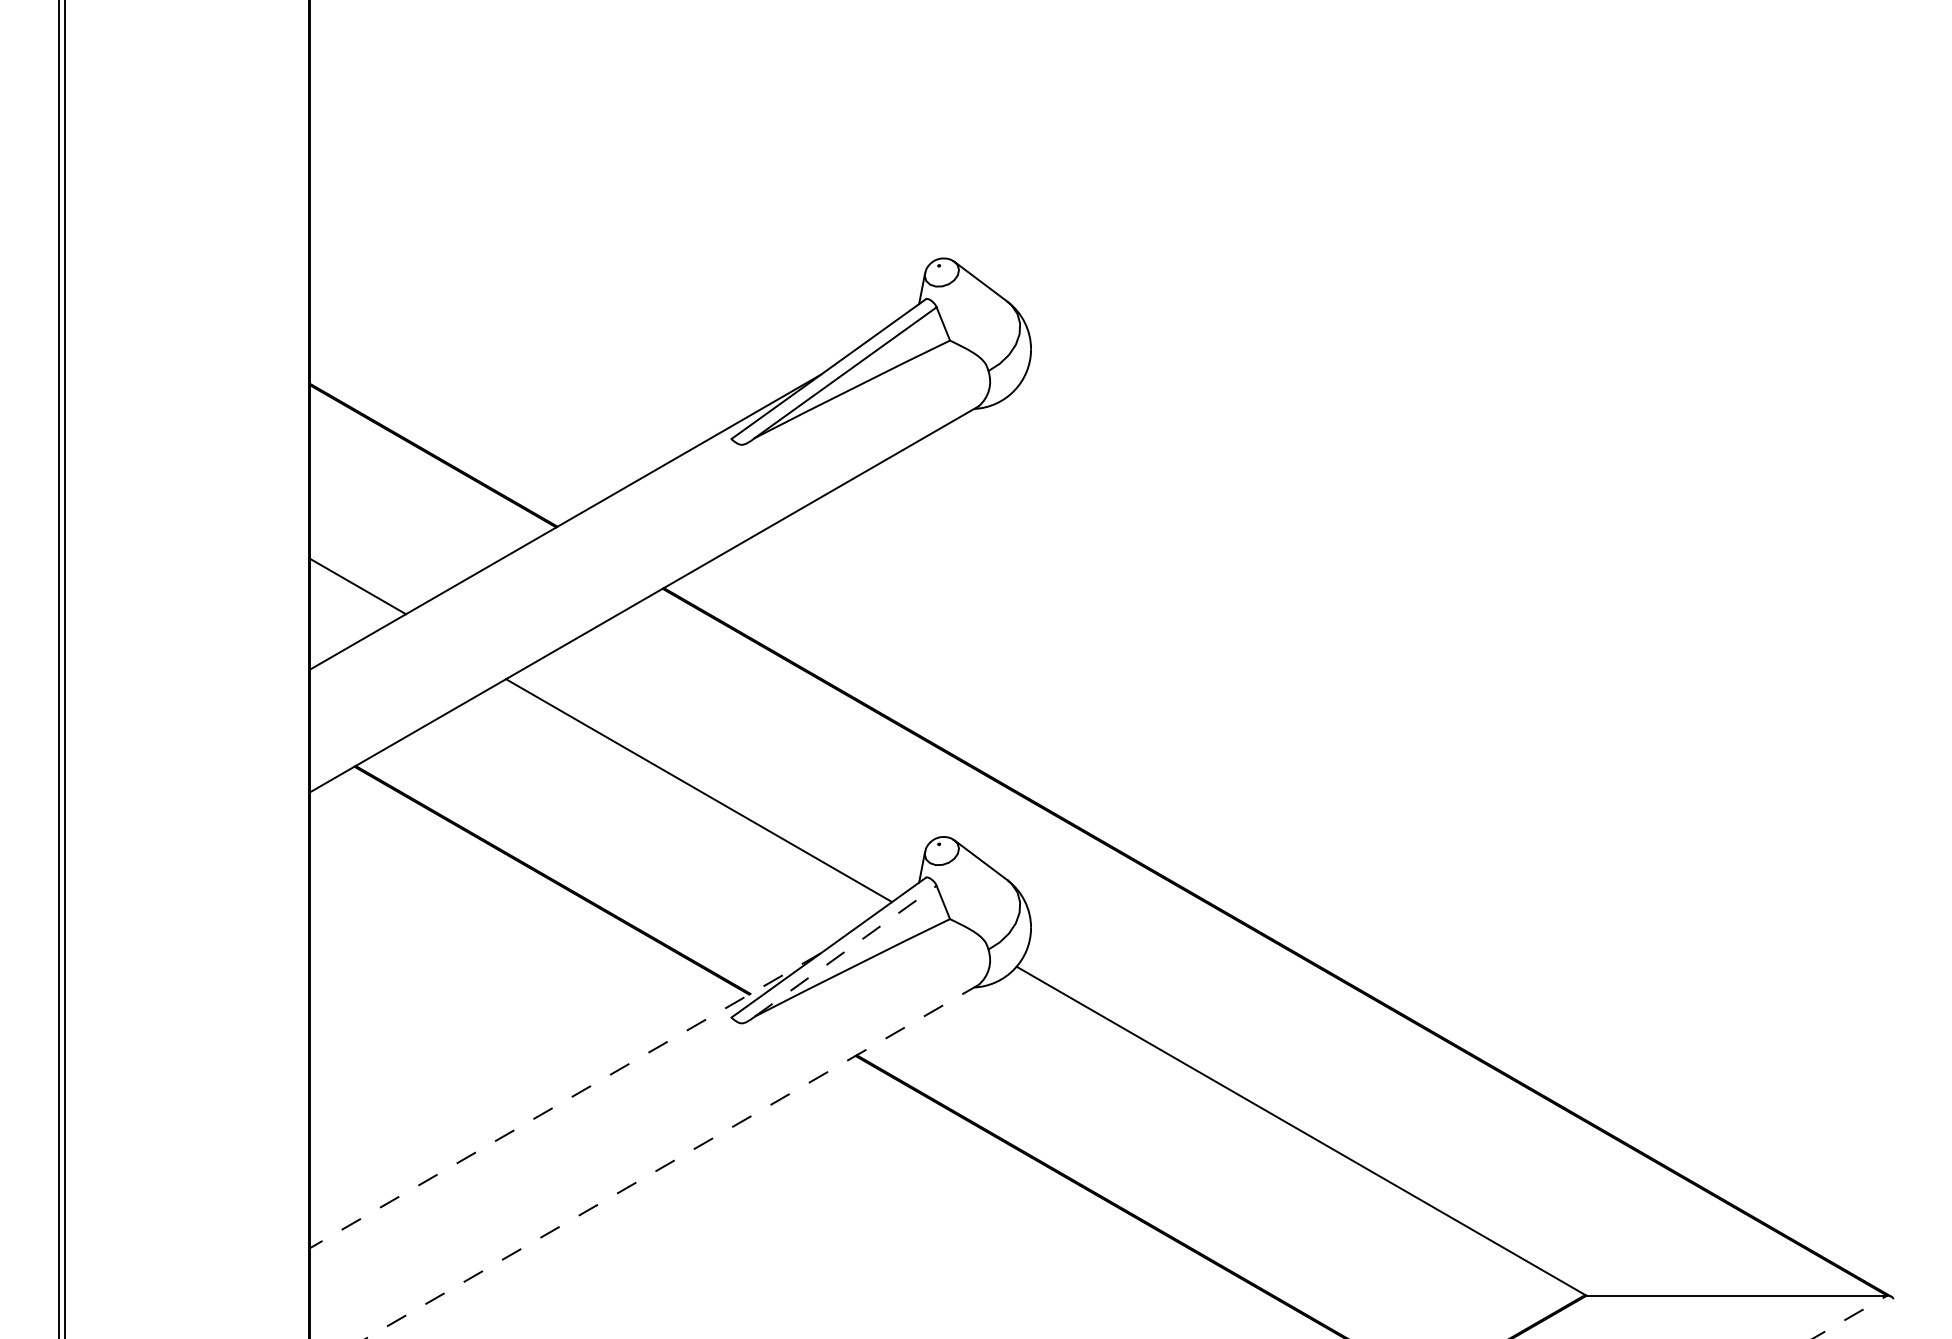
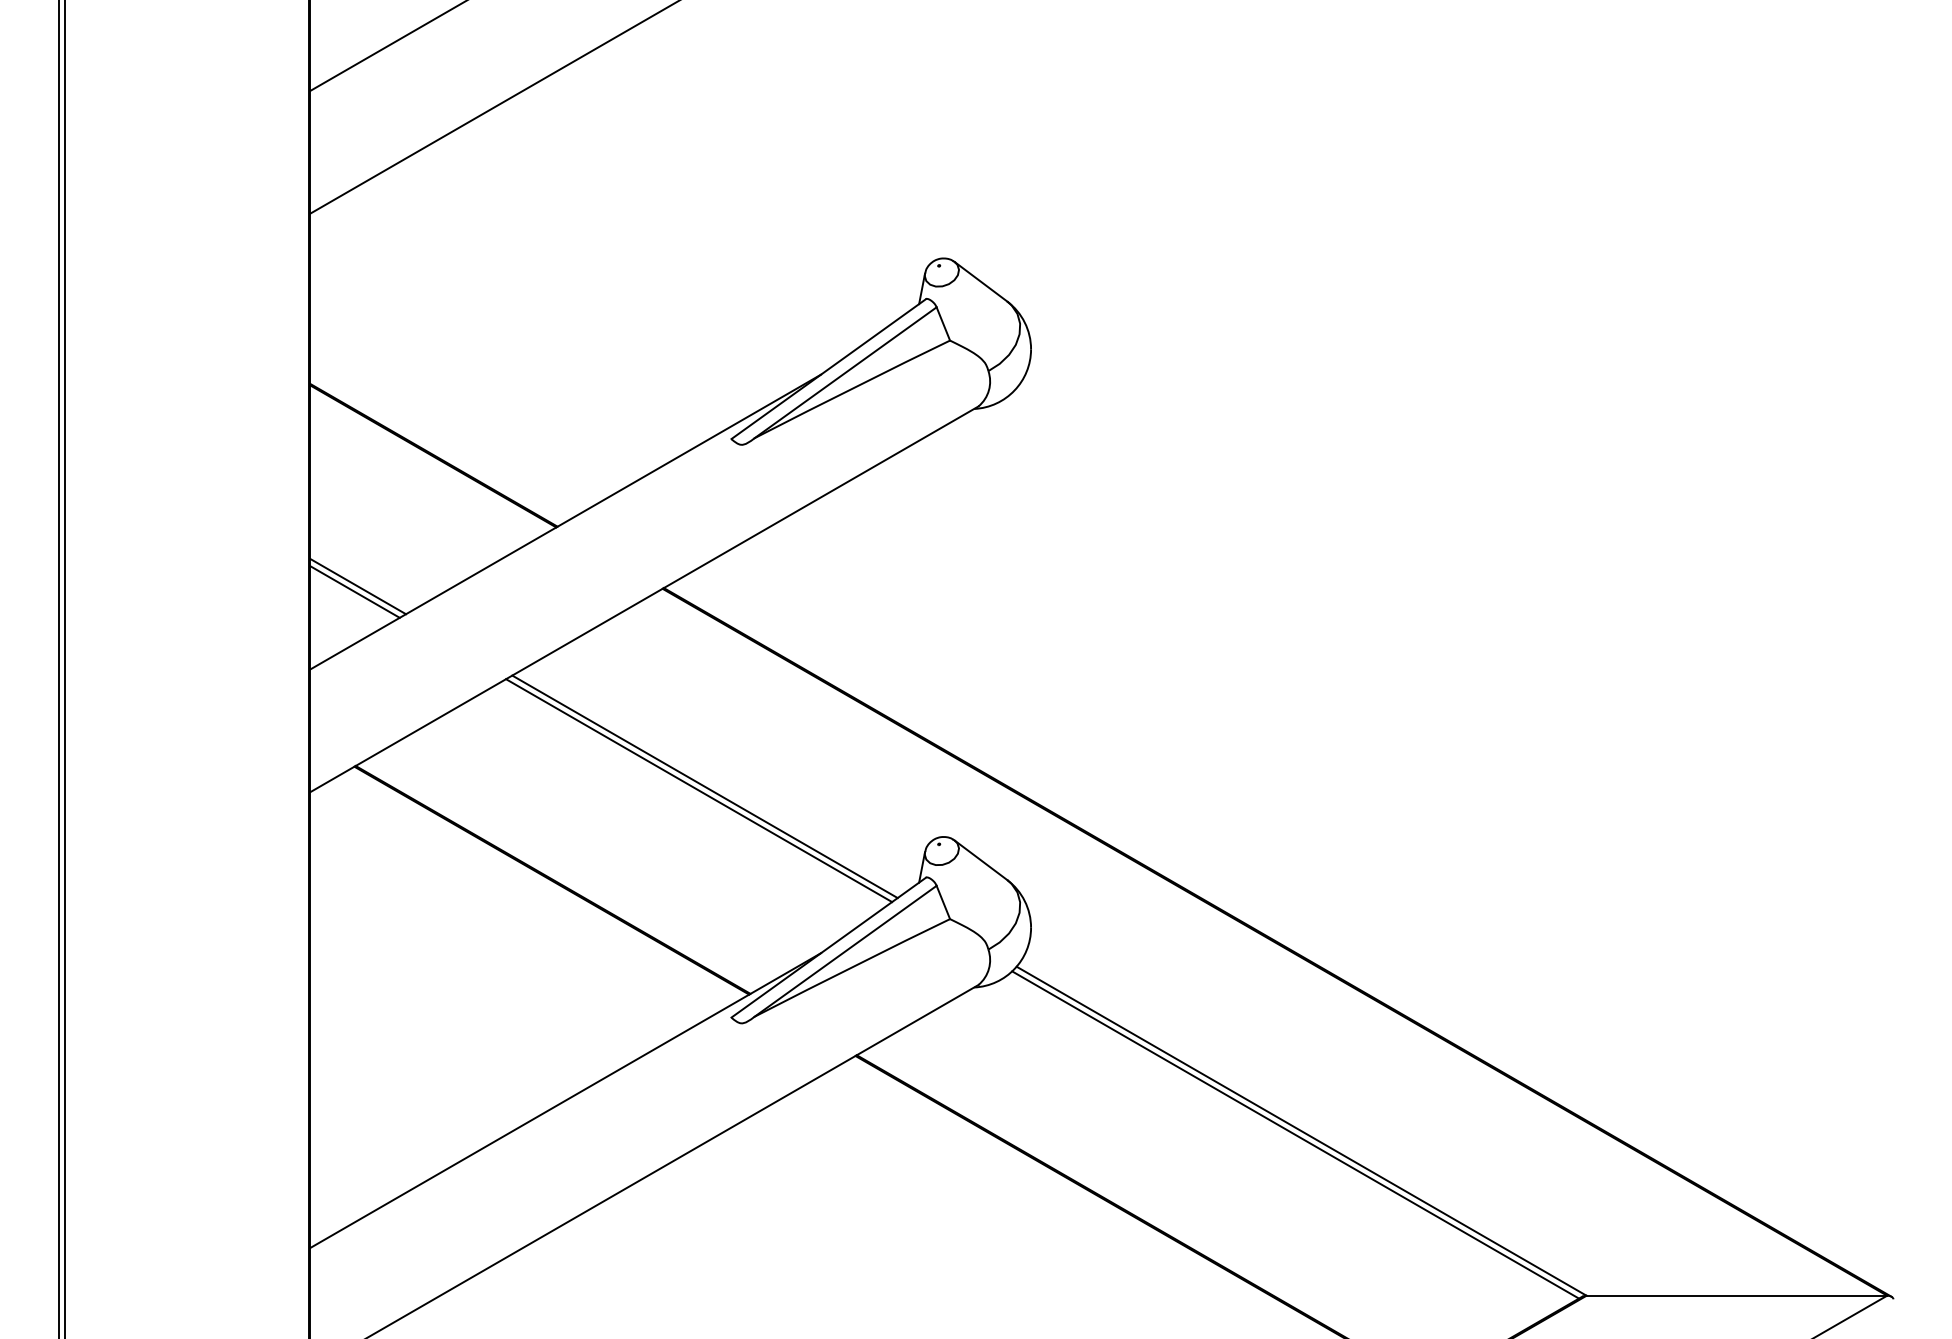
line at (386, 46): none -> present
line at (493, 107): none -> present
line at (354, 591): none -> present
line at (704, 786): none -> present
line at (846, 951): dashed -> solid
line at (565, 1100): dashed -> solid
line at (1295, 1134): none -> present
line at (672, 1161): dashed -> solid
line at (1849, 1317): dashed -> solid
